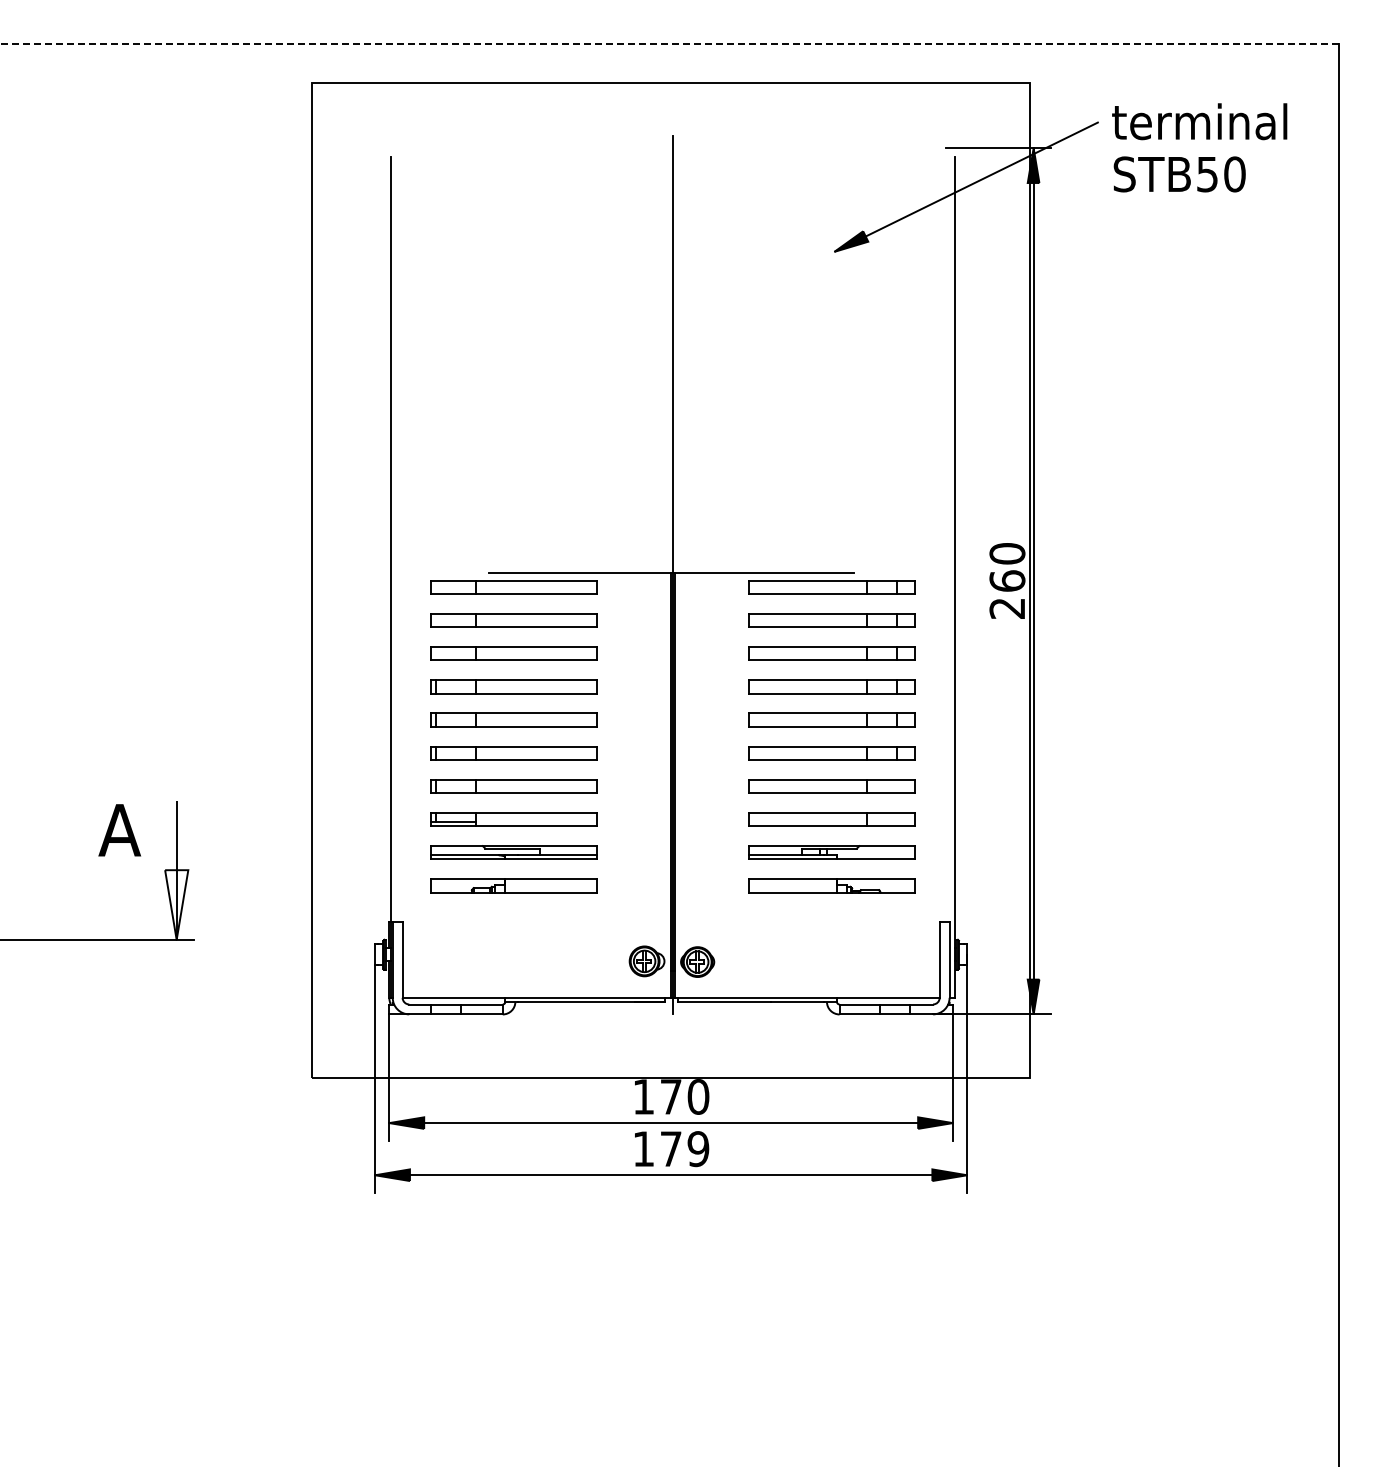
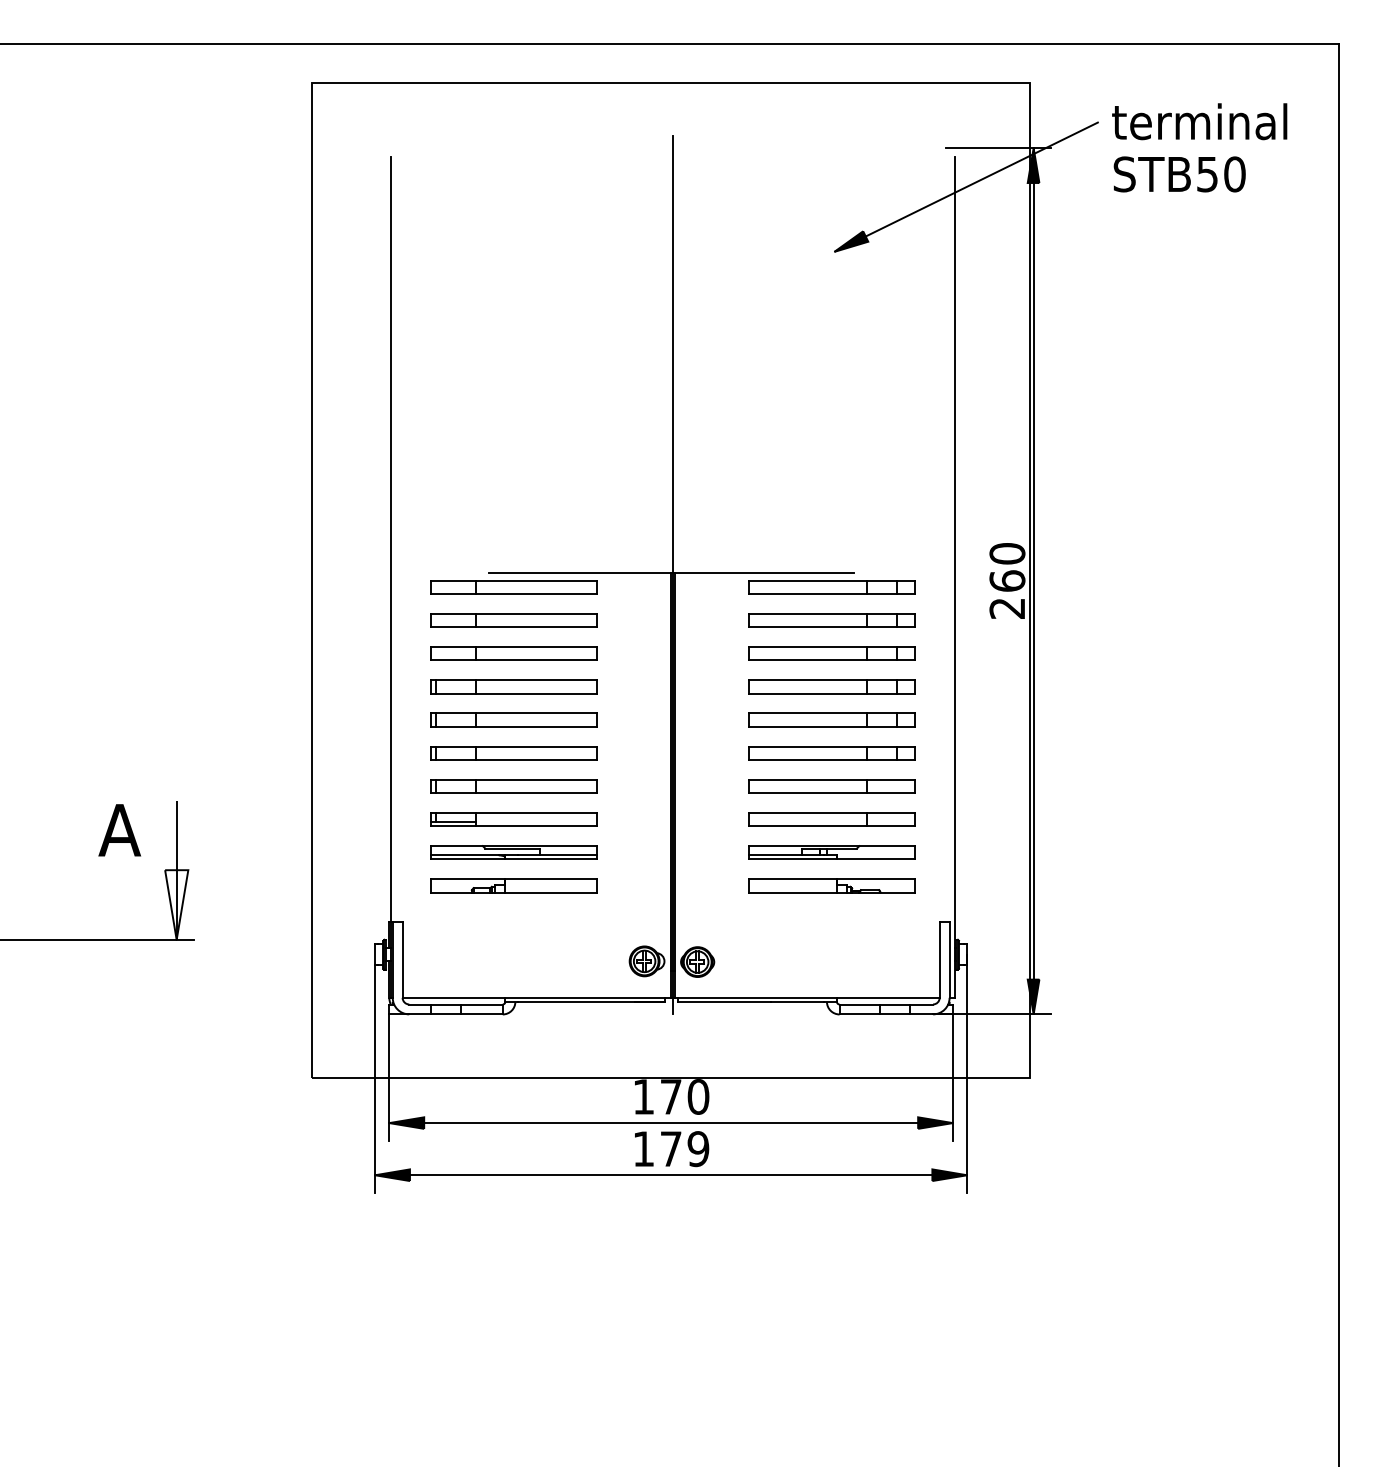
line at (669, 44): dashed -> solid
